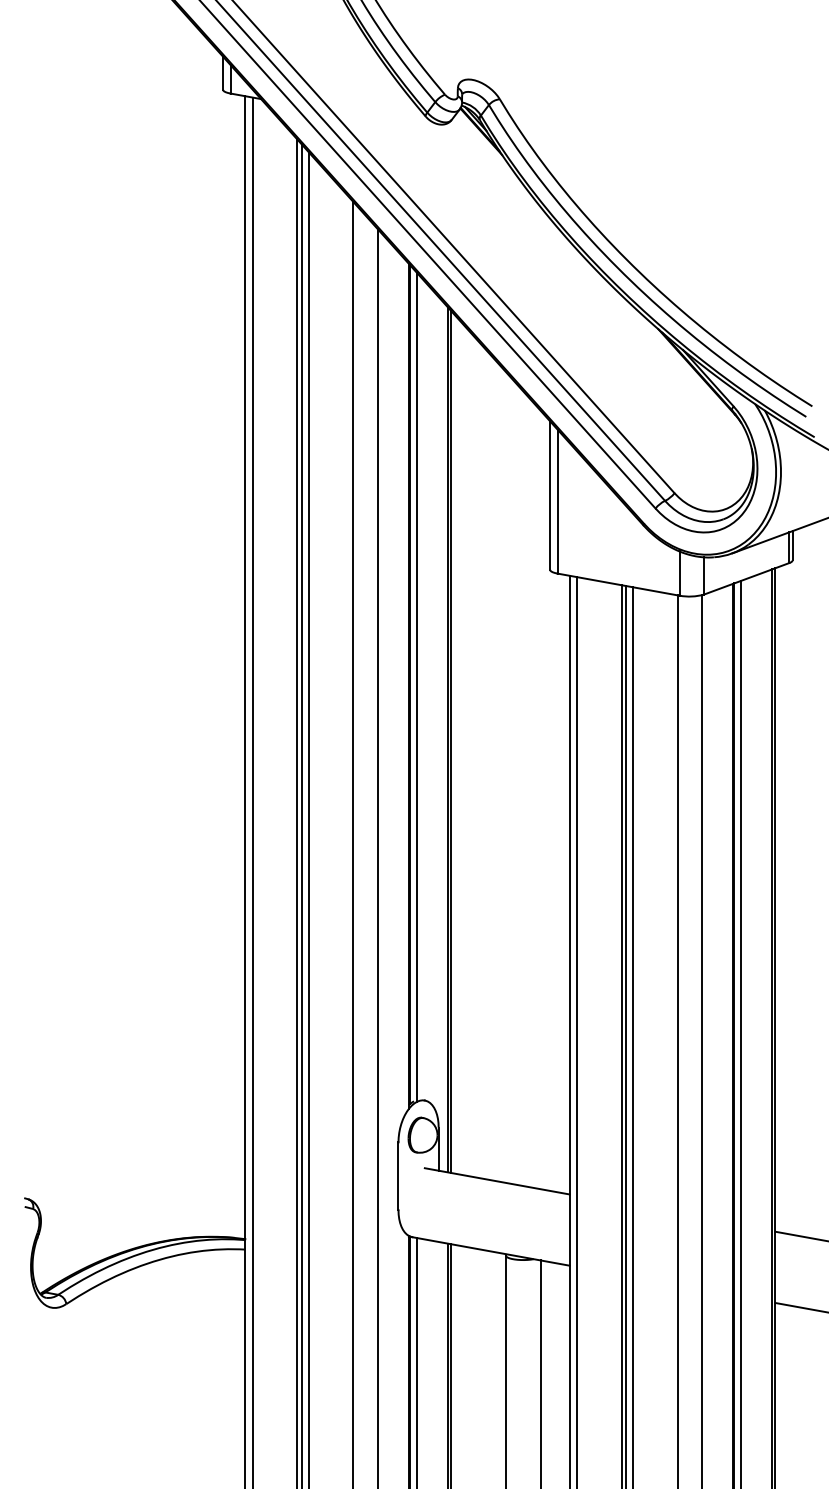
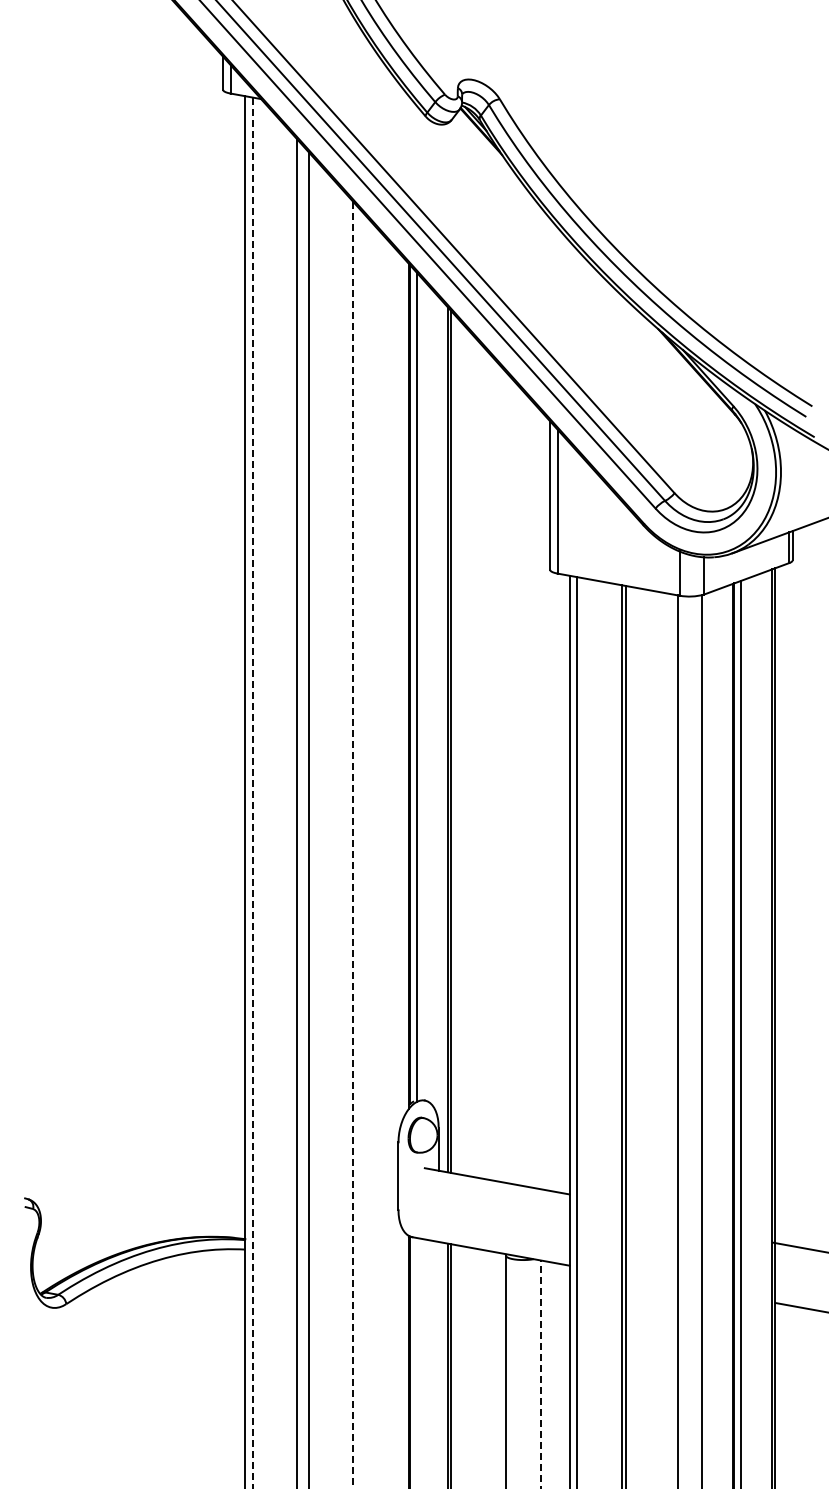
line at (252, 793): solid -> dashed
line at (301, 814): present -> none
line at (353, 845): solid -> dashed
line at (377, 857): present -> none
line at (633, 1036): present -> none
line at (800, 1235) position: (800, 1235) -> (799, 1247)
line at (416, 1361): present -> none
line at (540, 1374): solid -> dashed
